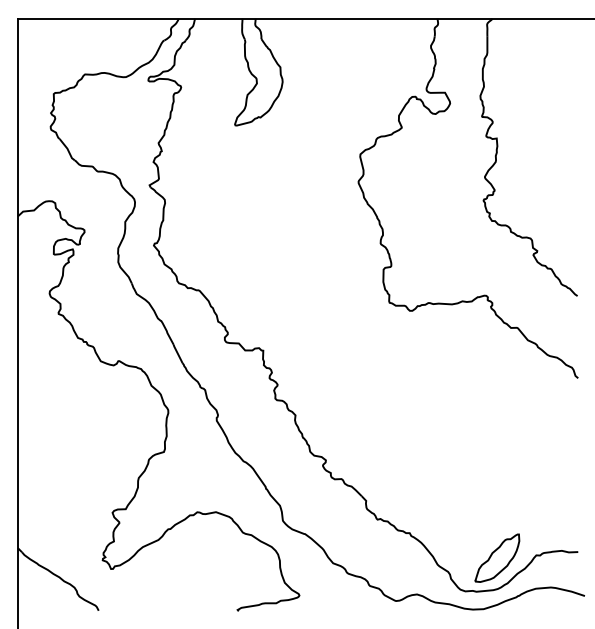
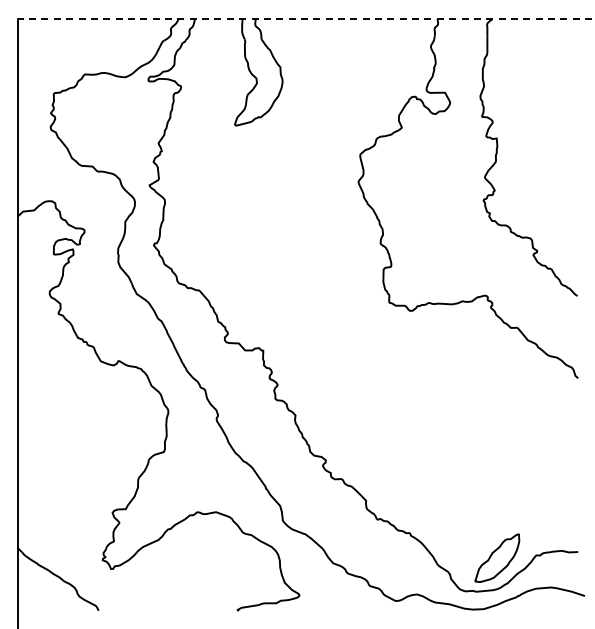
line at (305, 18): solid -> dashed
